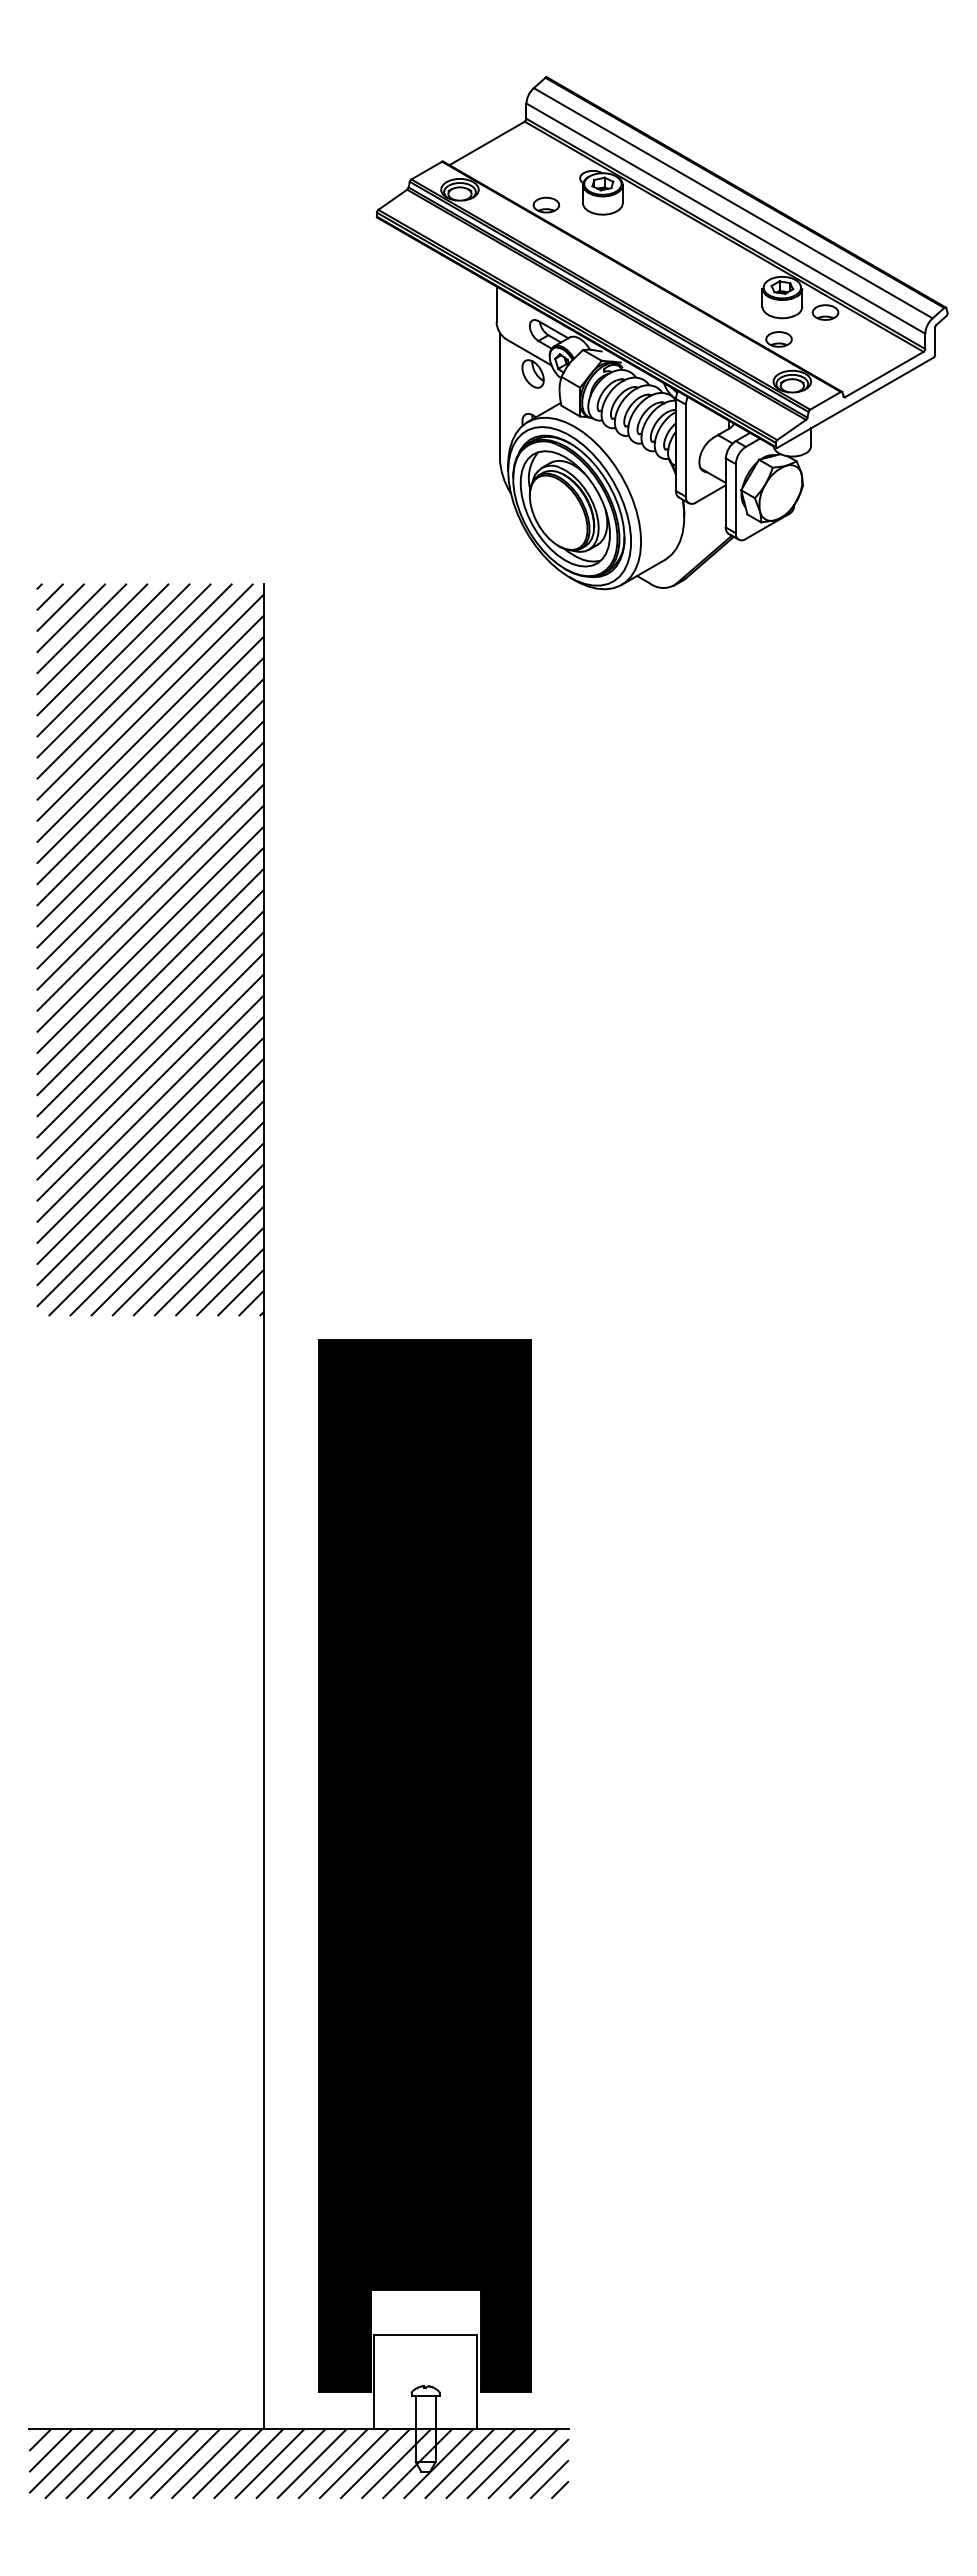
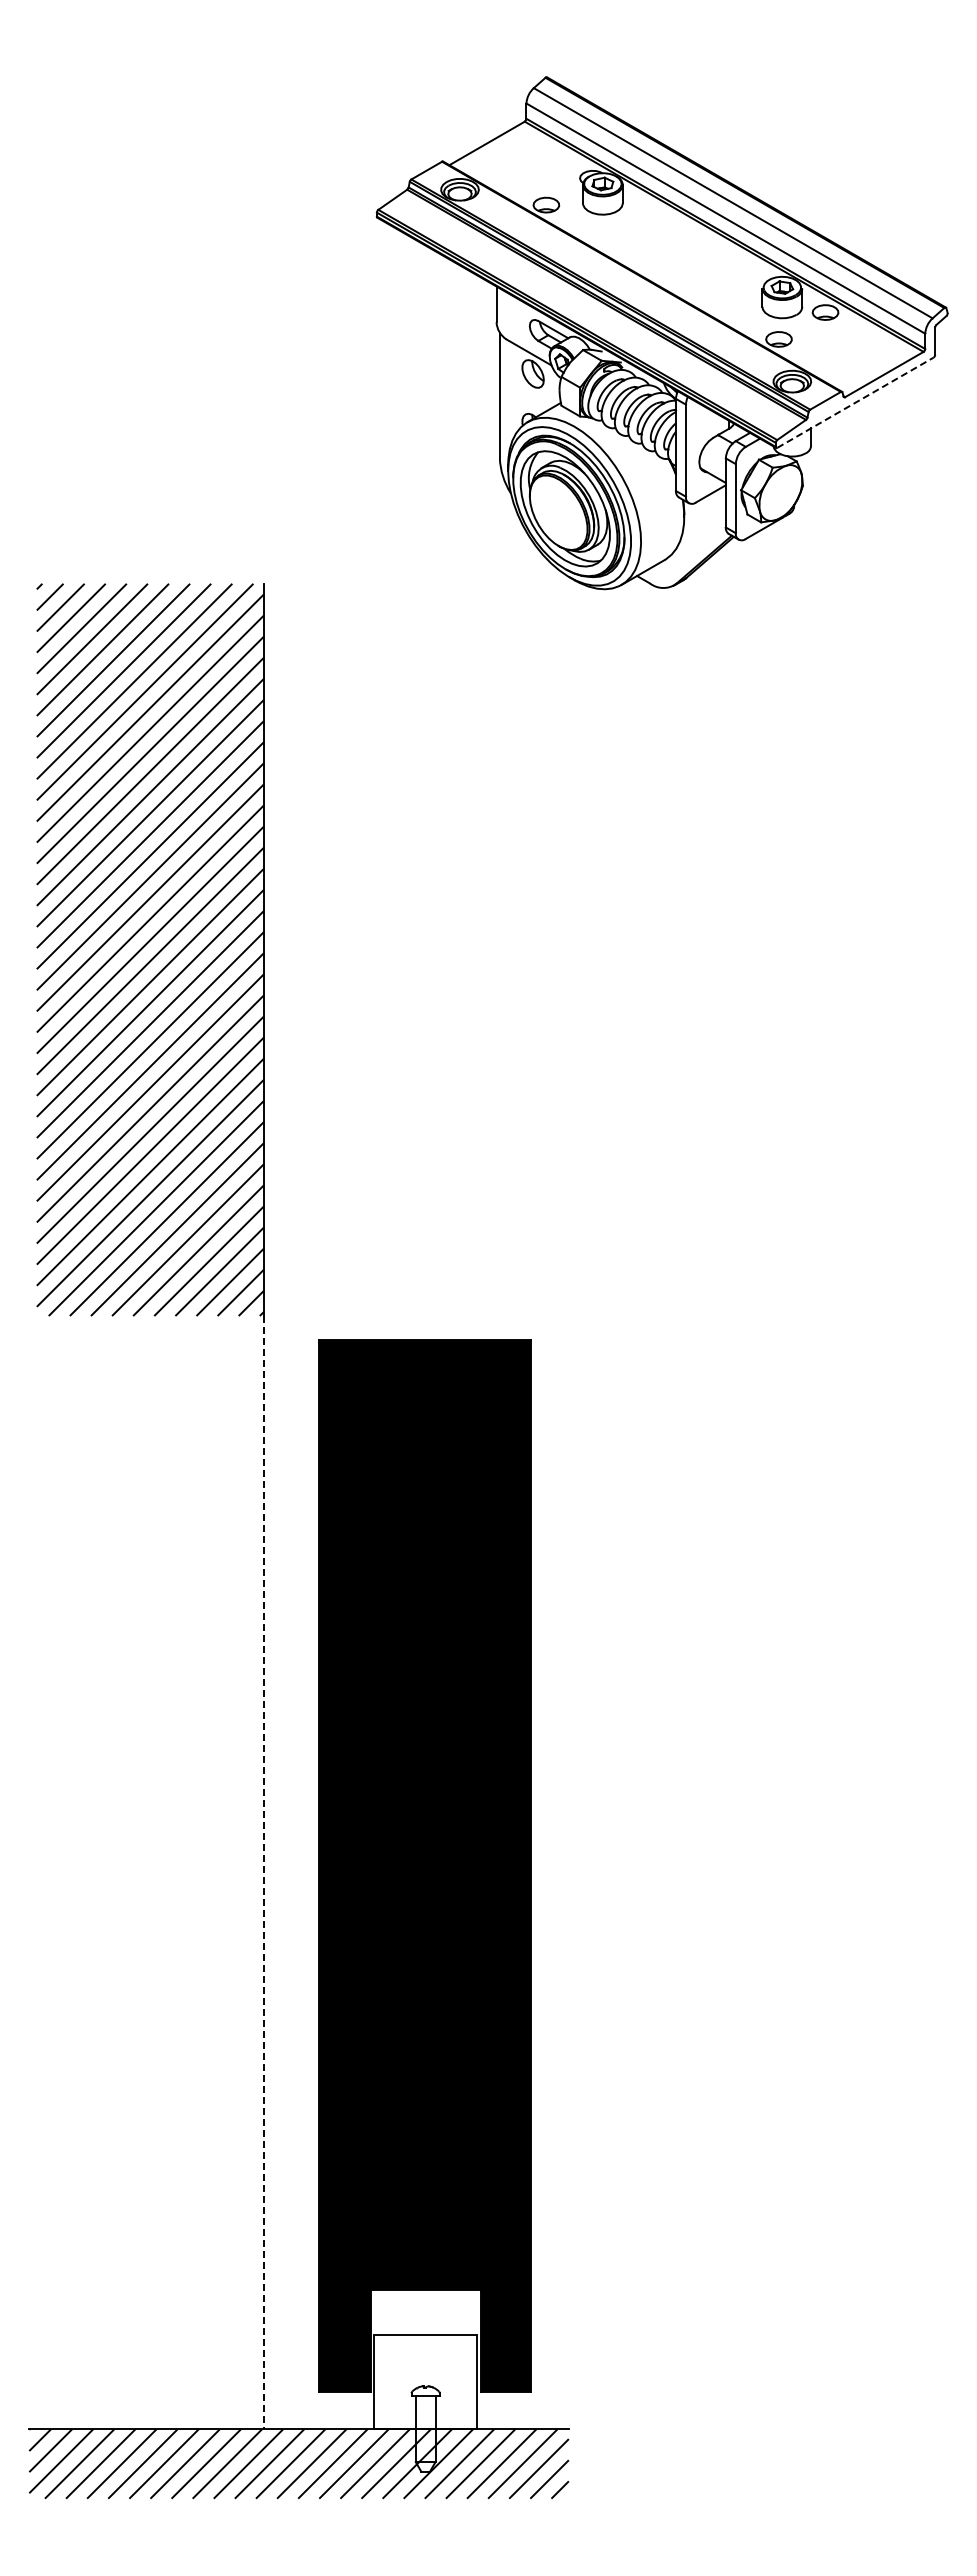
line at (855, 402): solid -> dashed
line at (264, 1872): solid -> dashed
